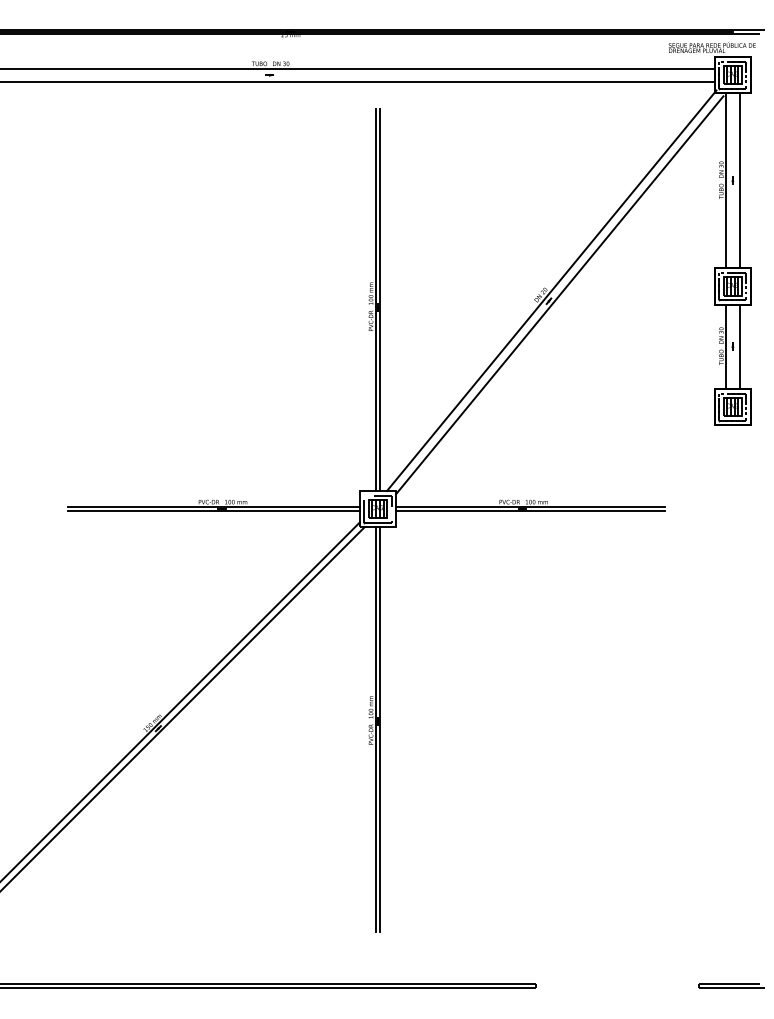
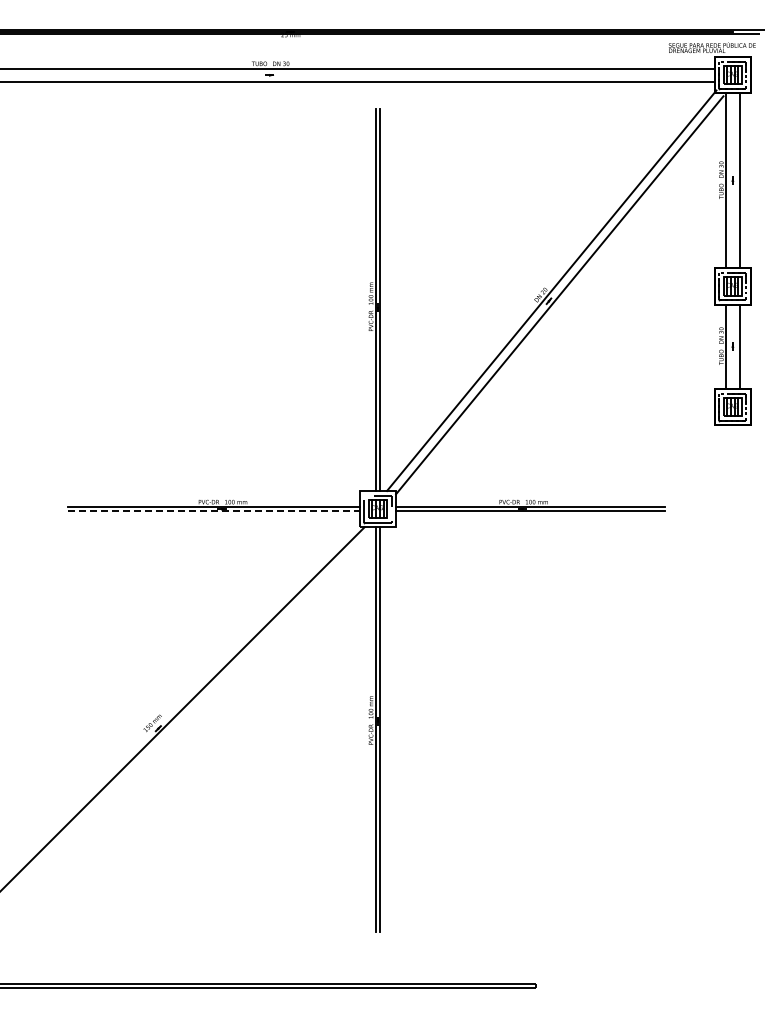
line at (214, 511): solid -> dashed
line at (180, 701): present -> none
part at (731, 985): present -> none
